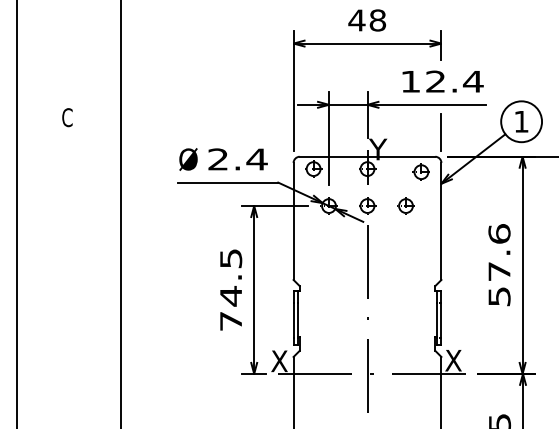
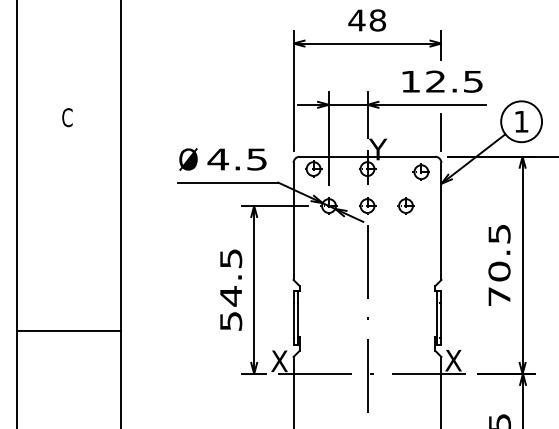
text at (473, 81): 12.4 -> 12.5
text at (237, 159): 2.4 -> 4.5
text at (499, 265): 57.6 -> 70.5
text at (231, 321): 74.5 -> 54.5
line at (68, 330): none -> present
